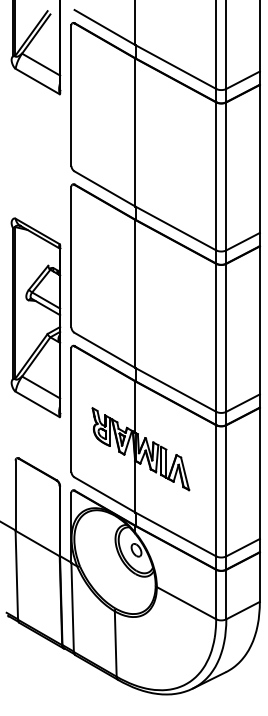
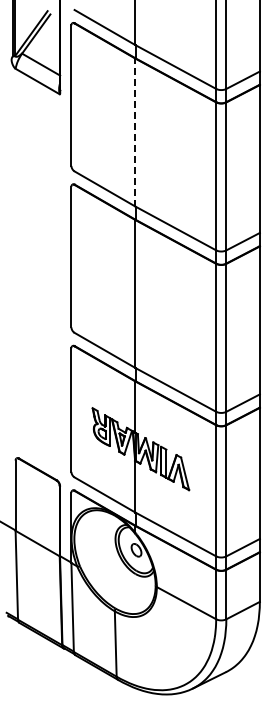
line at (135, 132): solid -> dashed
part at (35, 317): present -> none
